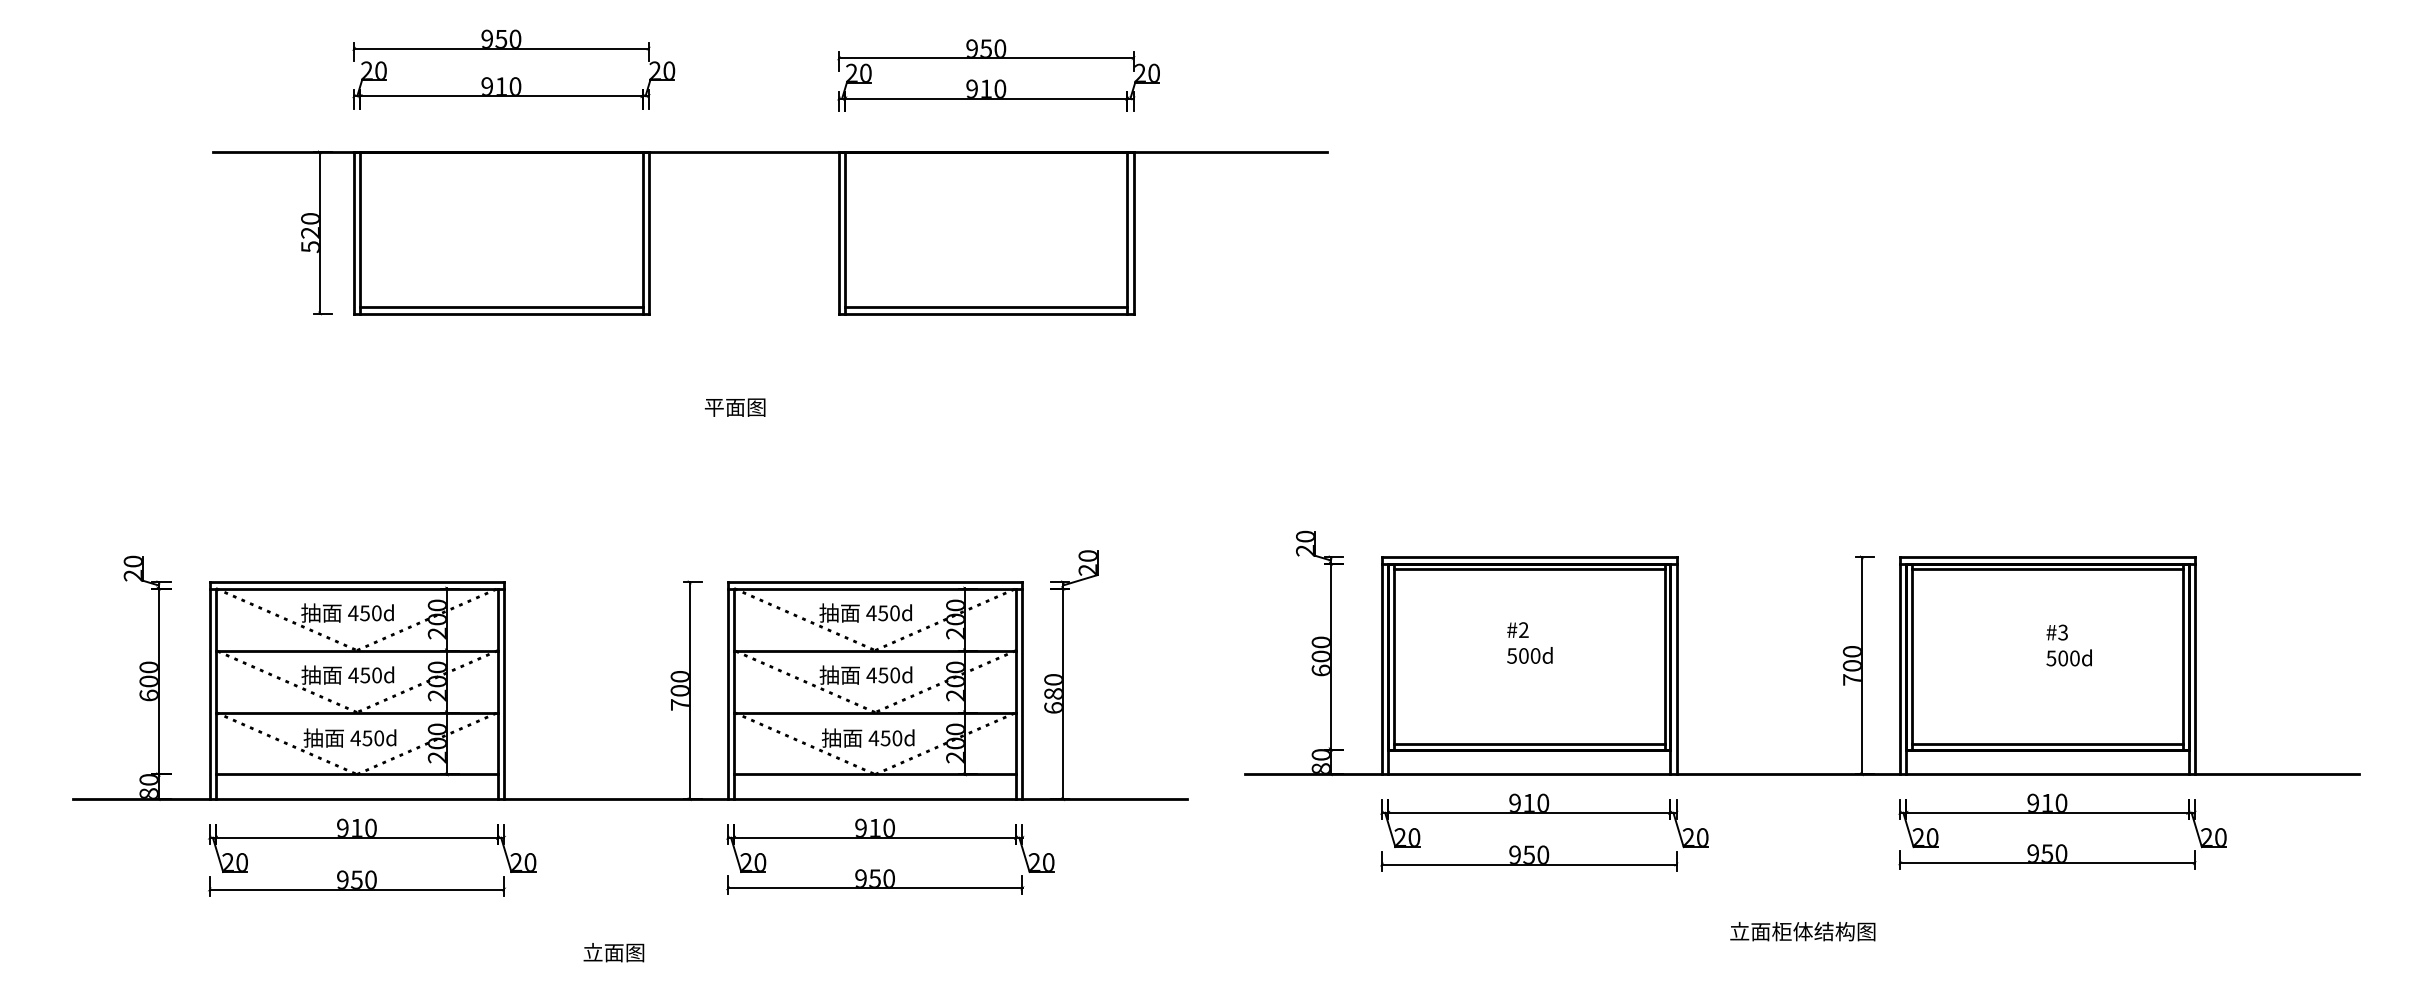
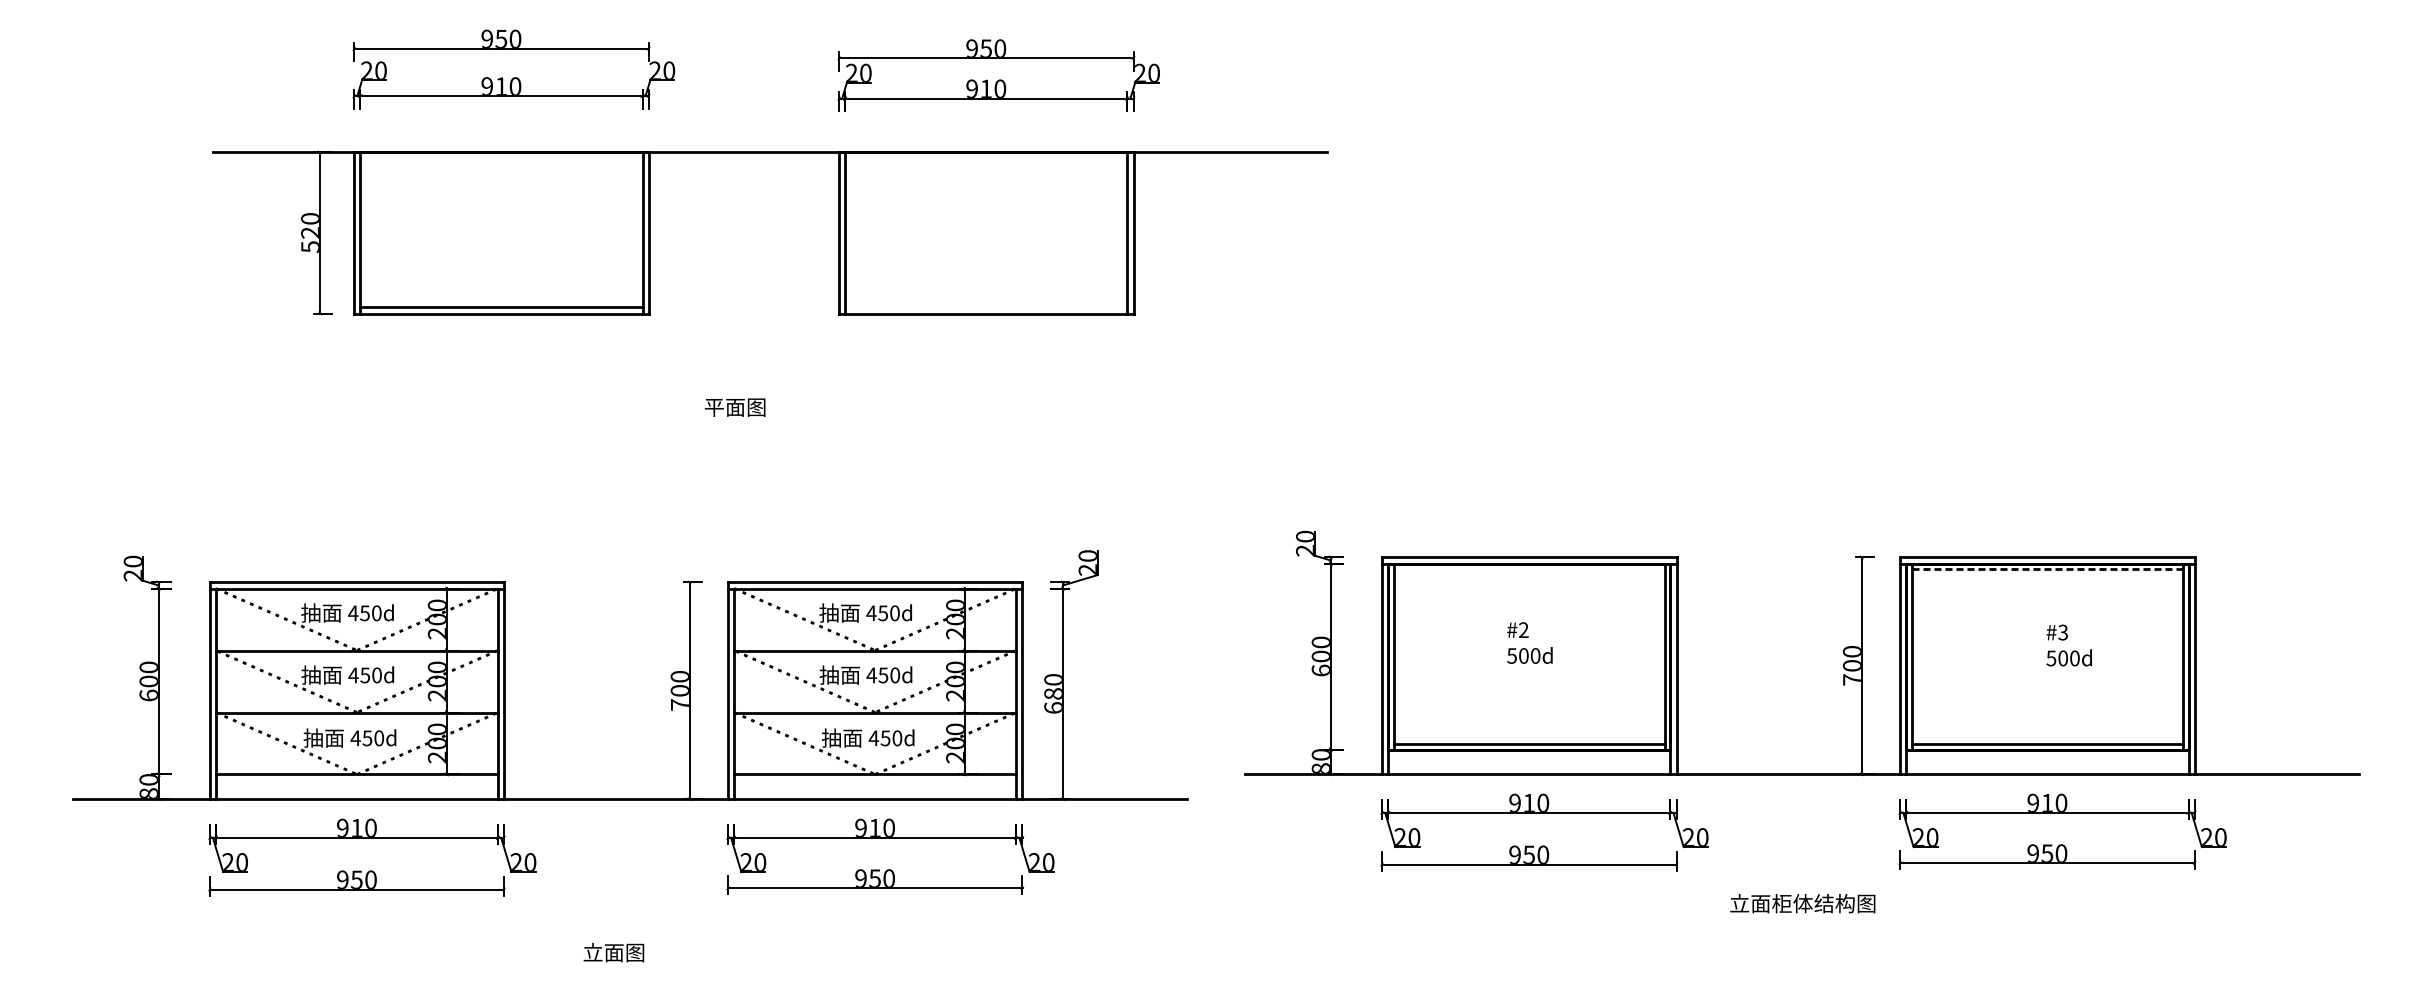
line at (986, 307): present -> none
line at (1528, 569): present -> none
line at (2047, 569): solid -> dashed
text at (1802, 931) position: (1802, 931) -> (1802, 903)
